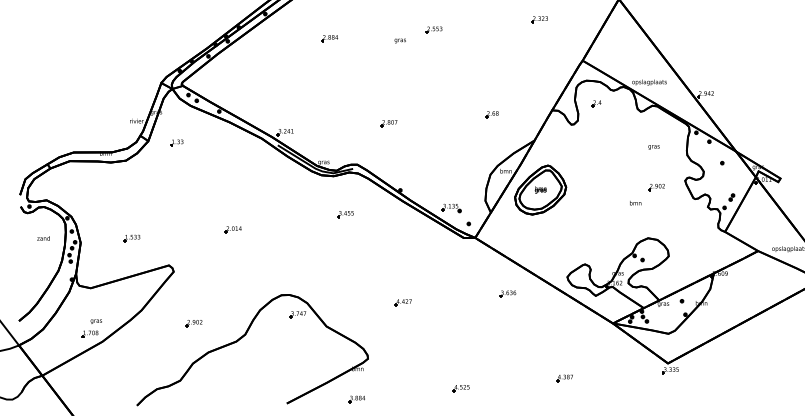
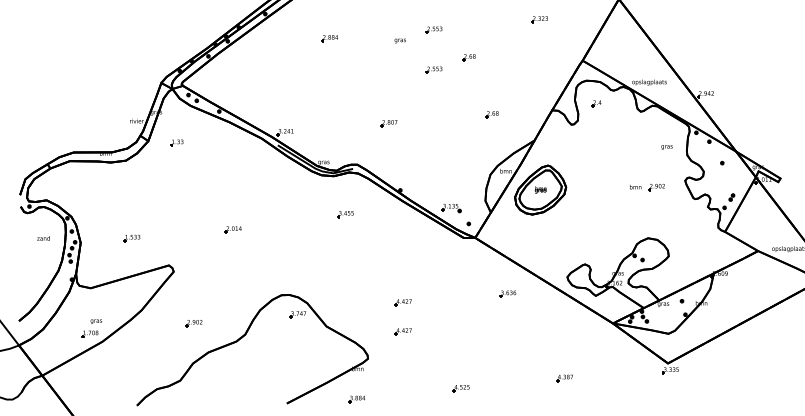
part at (468, 57): none -> present
part at (433, 69): none -> present
text at (653, 147) position: (653, 147) -> (666, 147)
text at (635, 203) position: (635, 203) -> (635, 187)
part at (402, 331): none -> present
